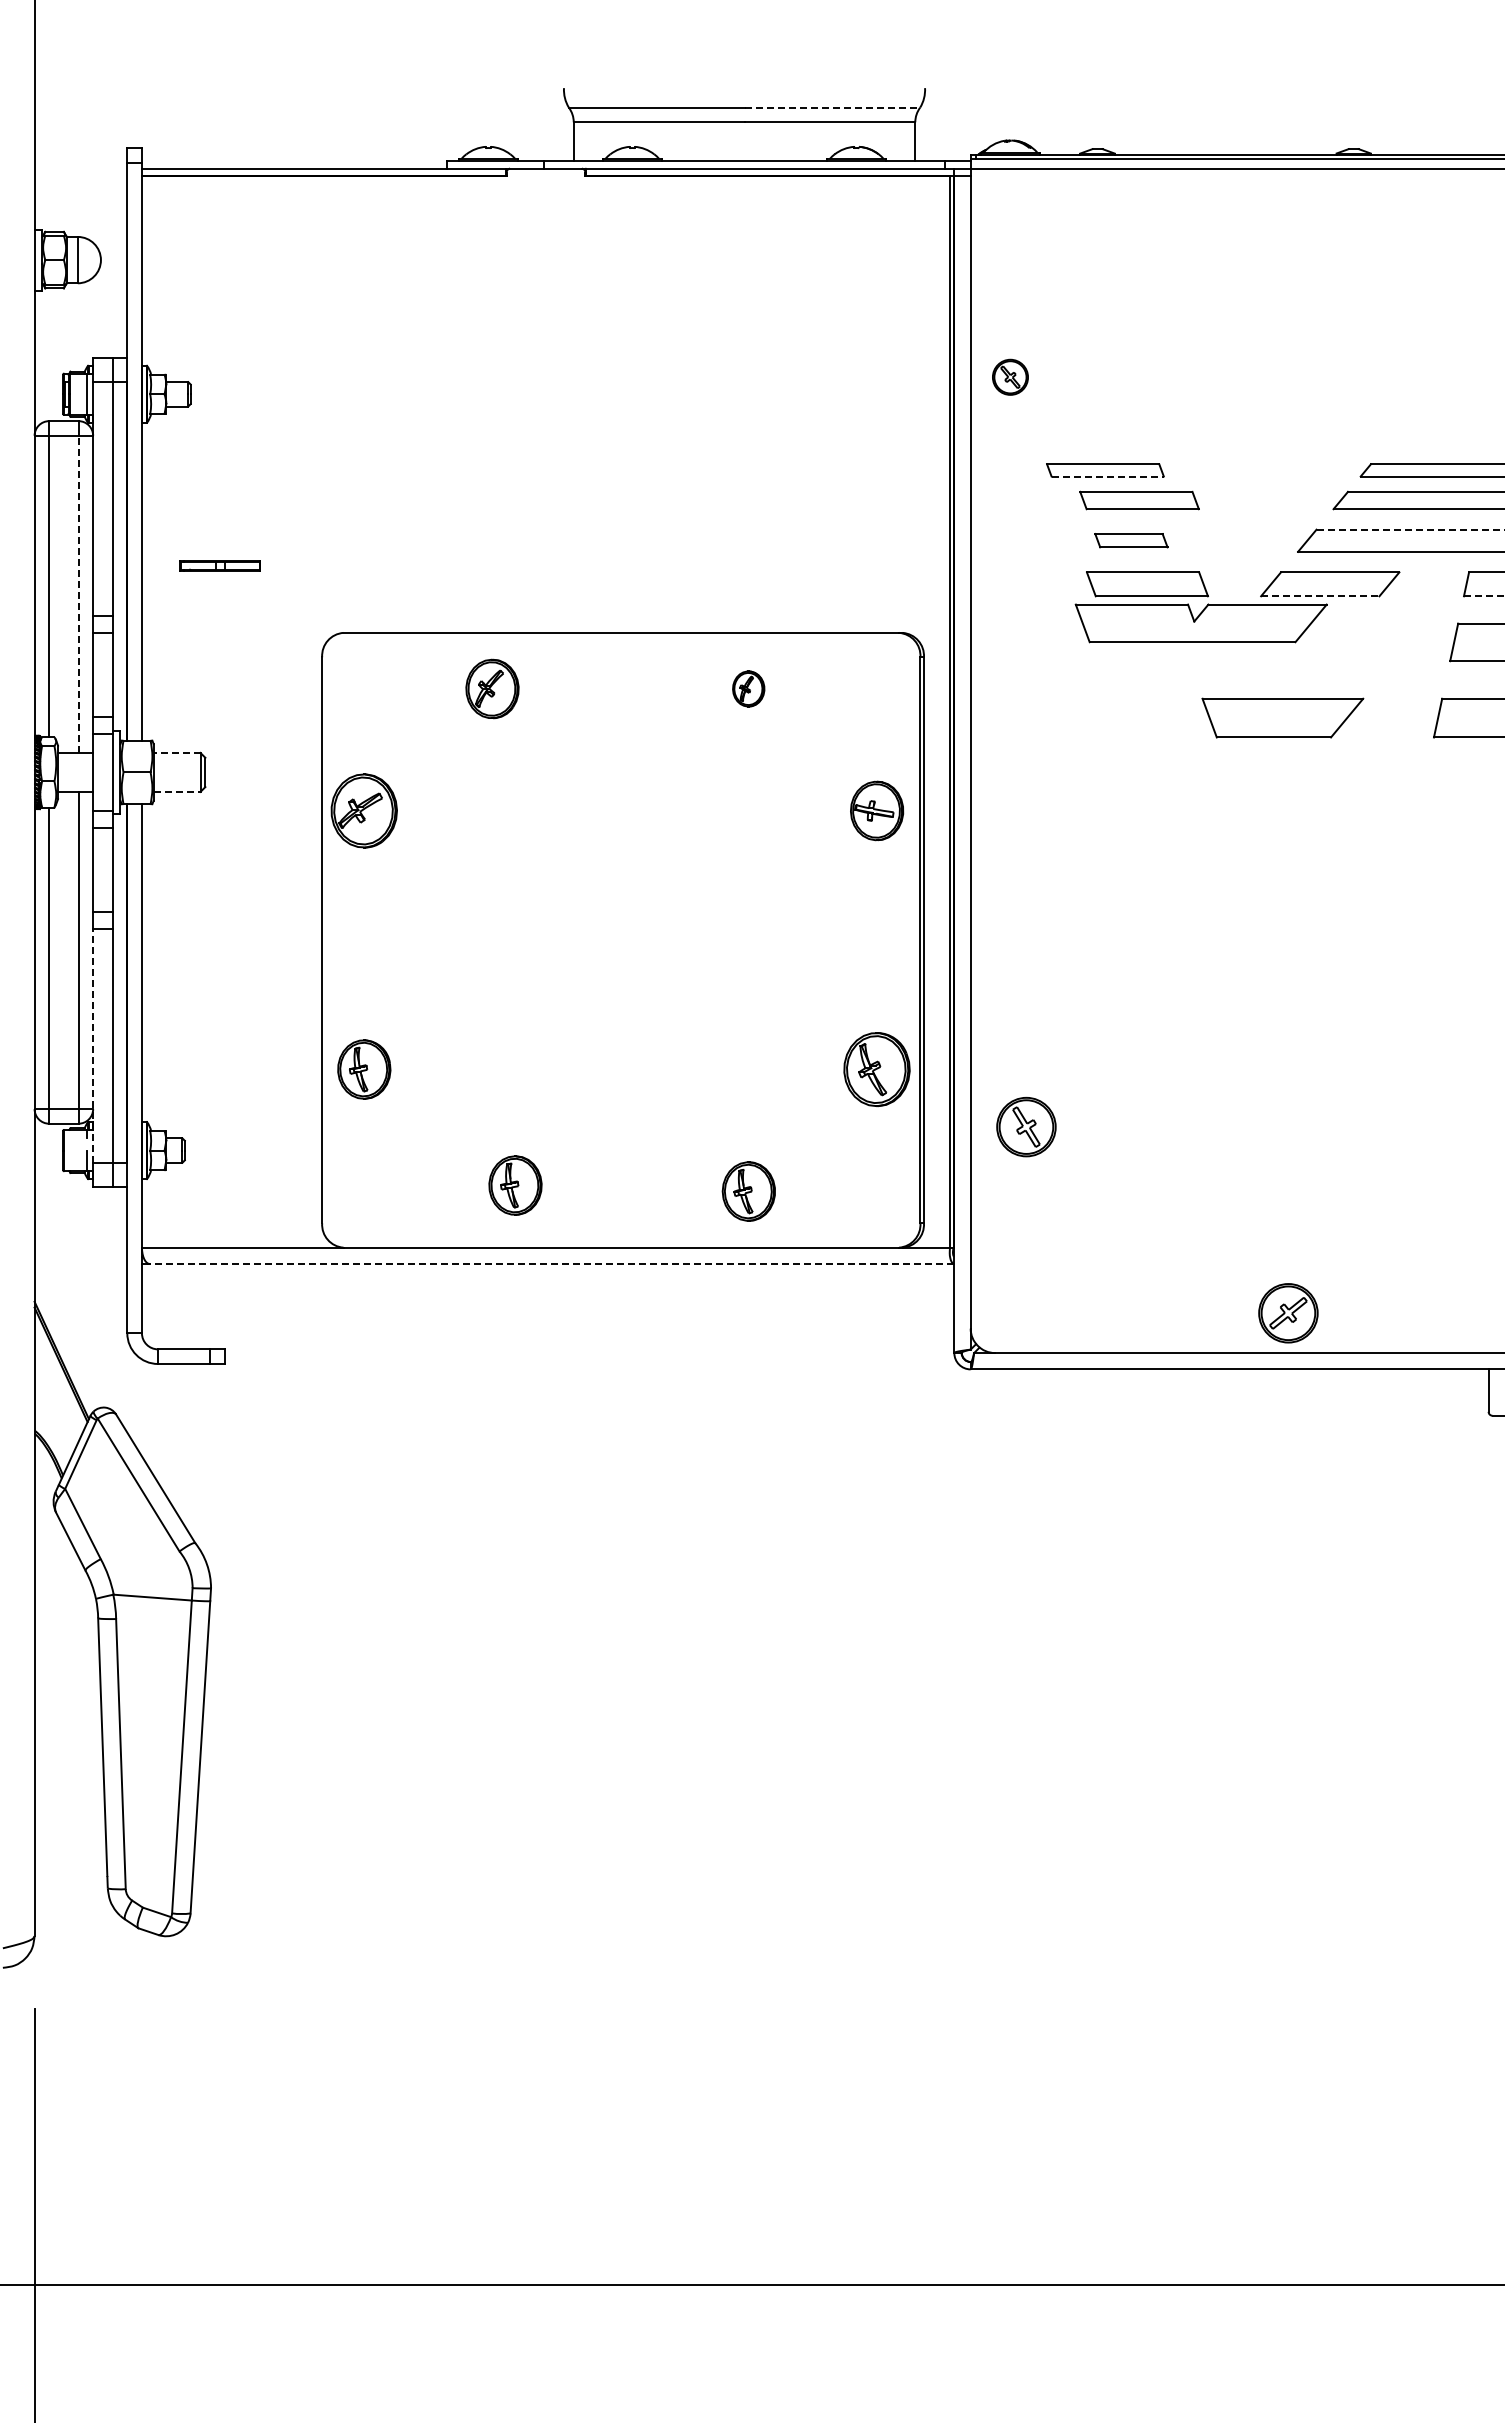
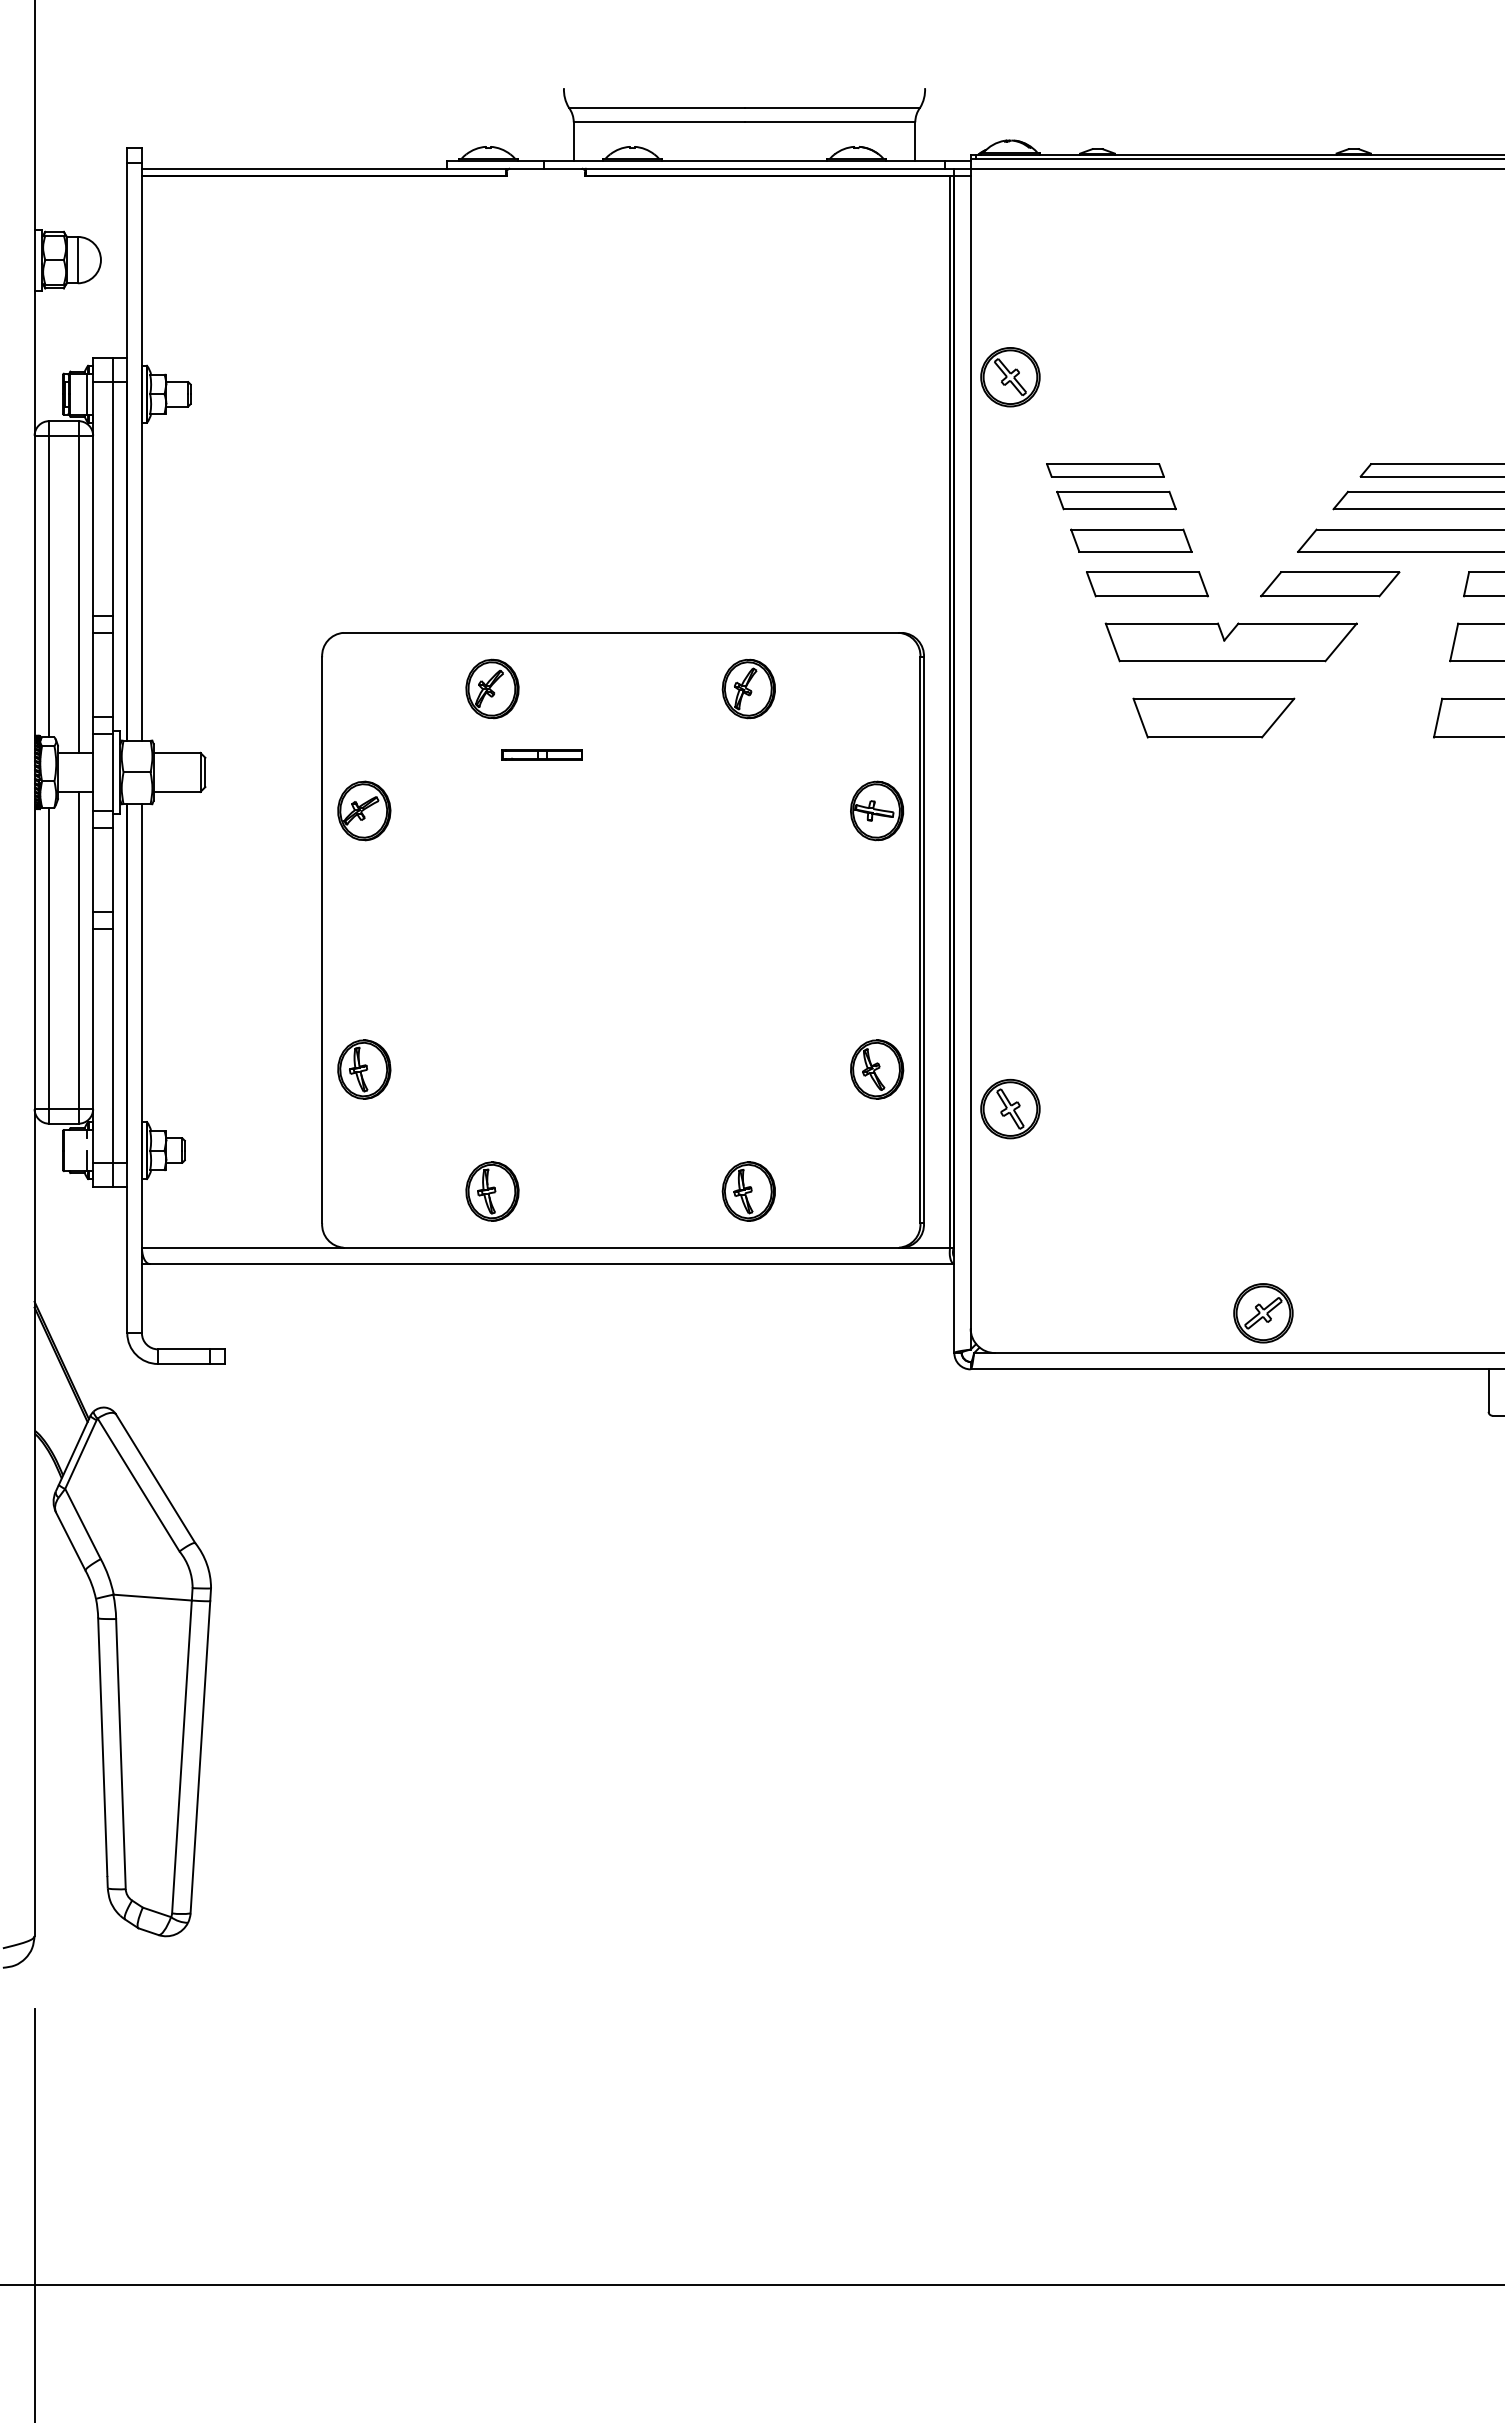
line at (832, 107): dashed -> solid
part at (1010, 376) size: 37x38 px -> 61x61 px
line at (1108, 476): dashed -> solid
part at (1139, 500) position: (1139, 500) -> (1116, 500)
line at (1410, 529): dashed -> solid
part at (1131, 540) size: 75x16 px -> 123x25 px
part at (219, 565) position: (219, 565) -> (541, 754)
line at (78, 594): dashed -> solid
line at (1320, 596): dashed -> solid
line at (1484, 596): dashed -> solid
part at (1200, 623) position: (1200, 623) -> (1230, 642)
part at (748, 688) size: 34x38 px -> 55x62 px
part at (1282, 717) position: (1282, 717) -> (1213, 717)
line at (176, 752): dashed -> solid
line at (177, 791): dashed -> solid
part at (363, 810) size: 68x76 px -> 55x62 px
line at (93, 1045): dashed -> solid
part at (876, 1069) size: 68x76 px -> 55x61 px
part at (1026, 1126) position: (1026, 1126) -> (1010, 1108)
part at (515, 1185) position: (515, 1185) -> (492, 1191)
line at (551, 1264): dashed -> solid
part at (1288, 1313) position: (1288, 1313) -> (1263, 1313)
